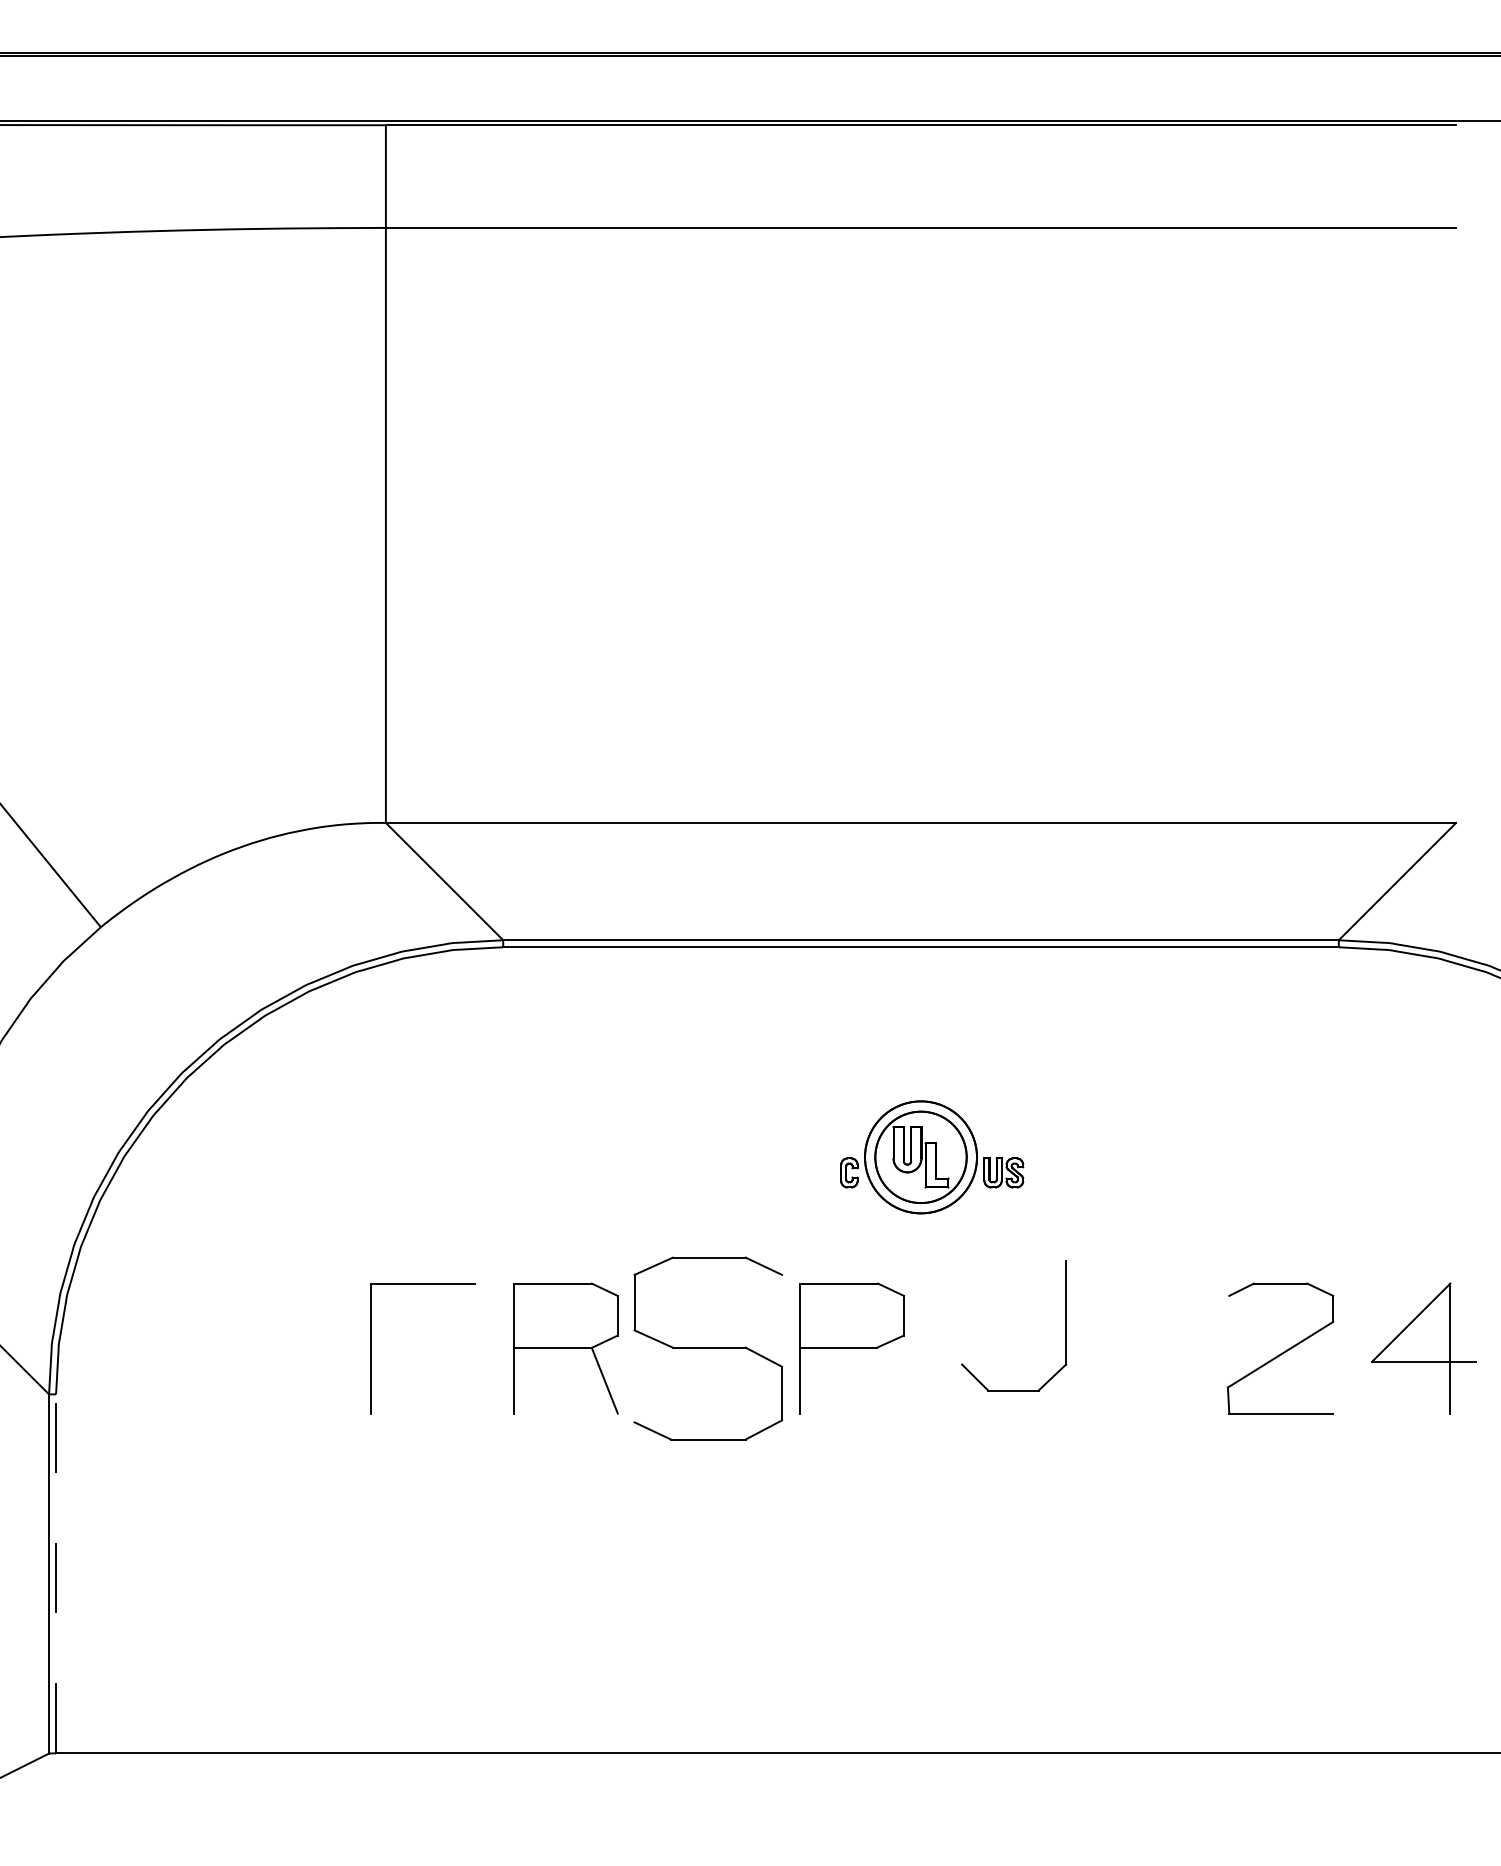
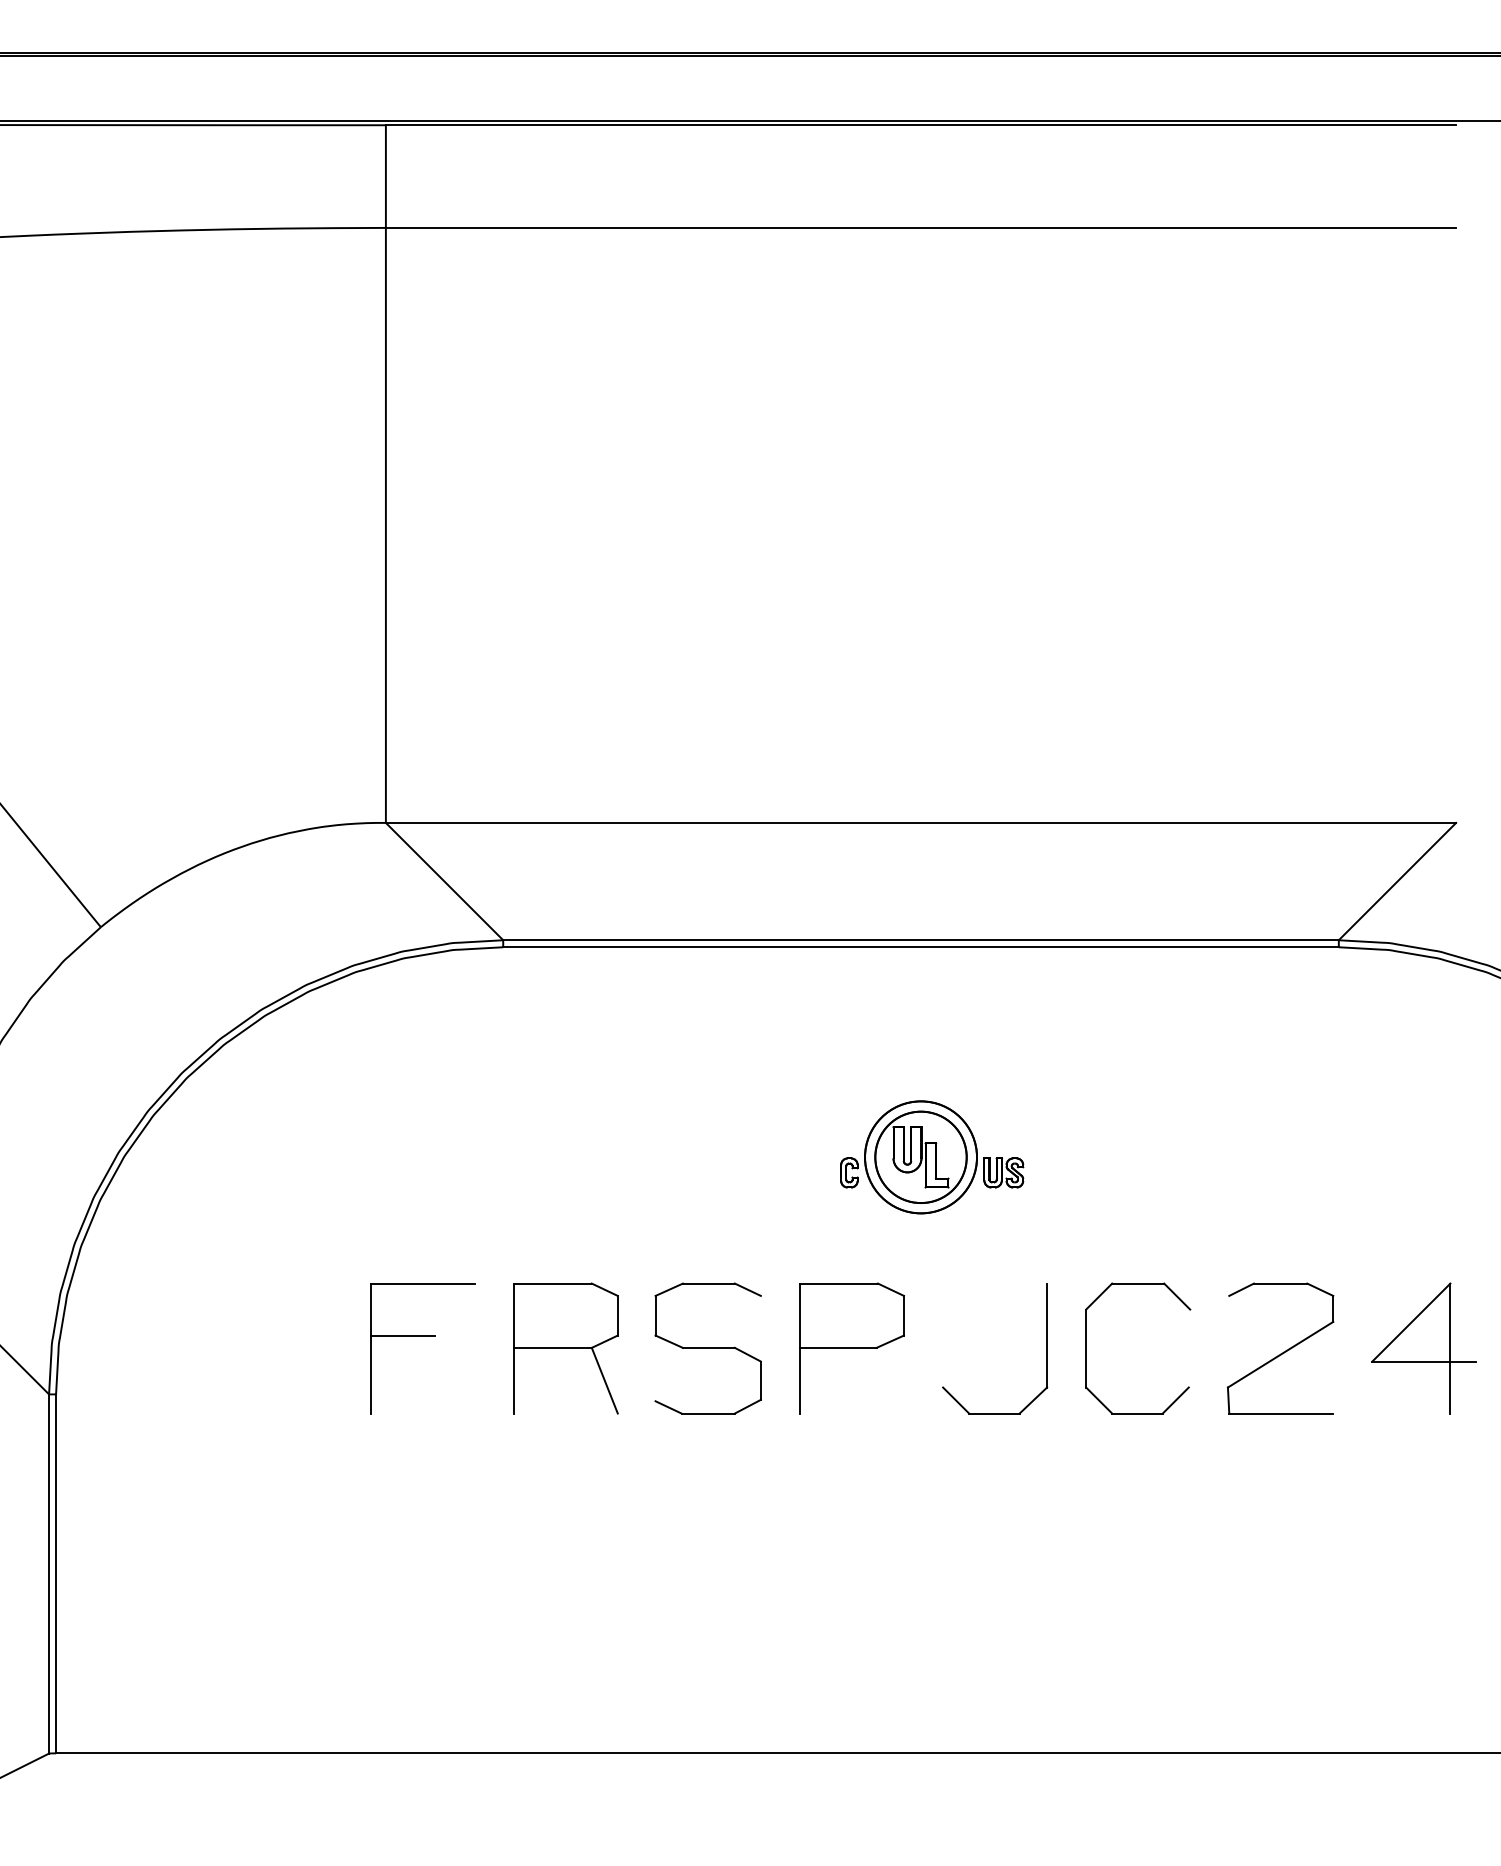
part at (1065, 1325) position: (1065, 1325) -> (1046, 1348)
line at (402, 1335): none -> present
part at (708, 1348) size: 151x185 px -> 108x133 px
part at (1086, 1348): none -> present
line at (56, 1573): dashed -> solid
